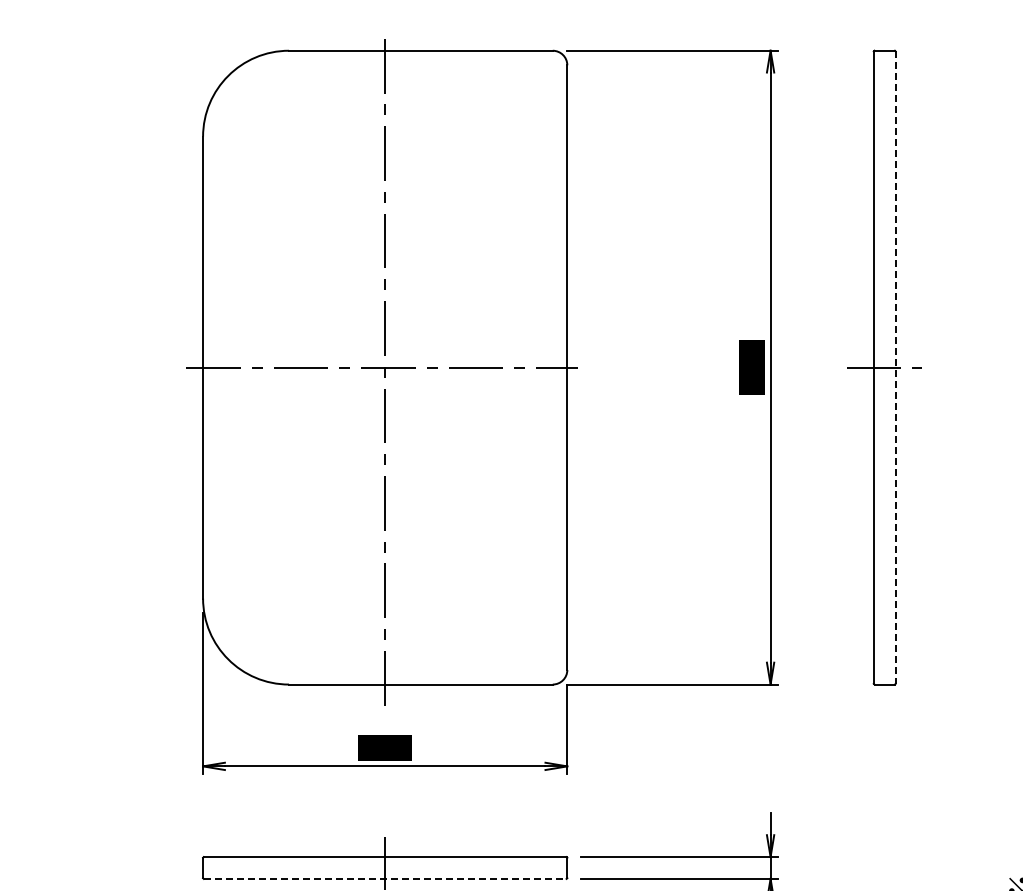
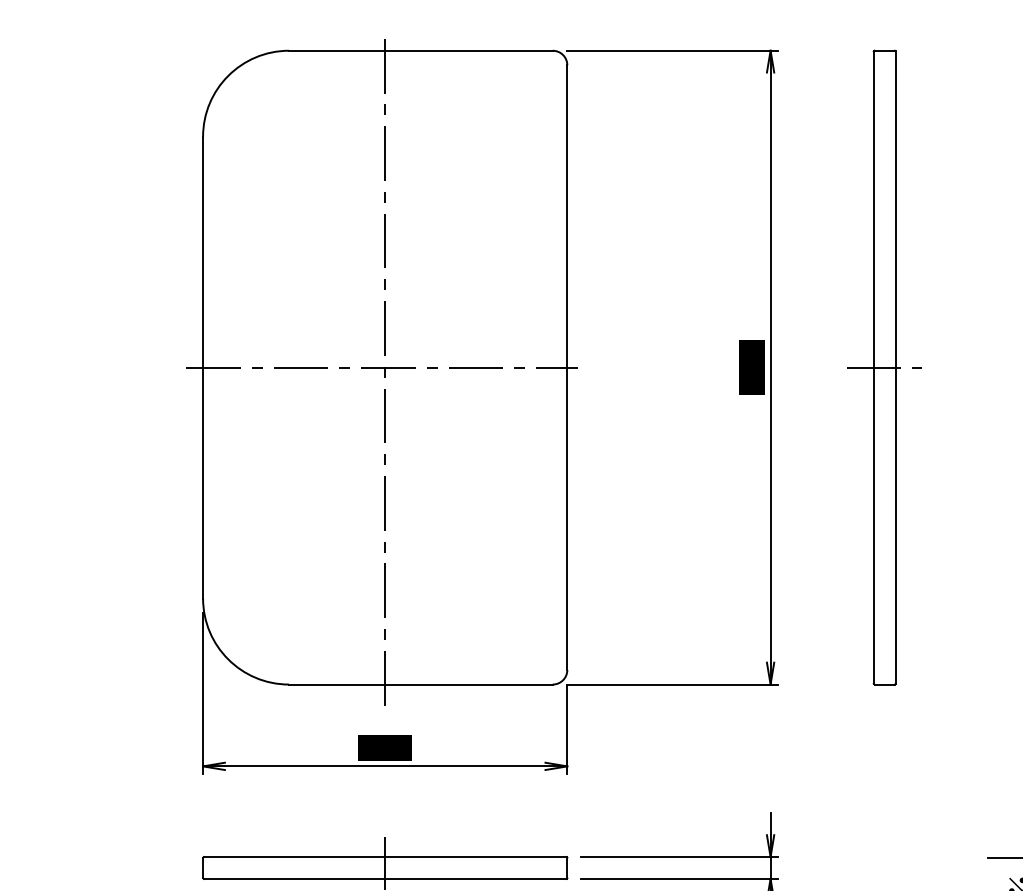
line at (895, 368): dashed -> solid
line at (1003, 857): none -> present
line at (385, 878): dashed -> solid
